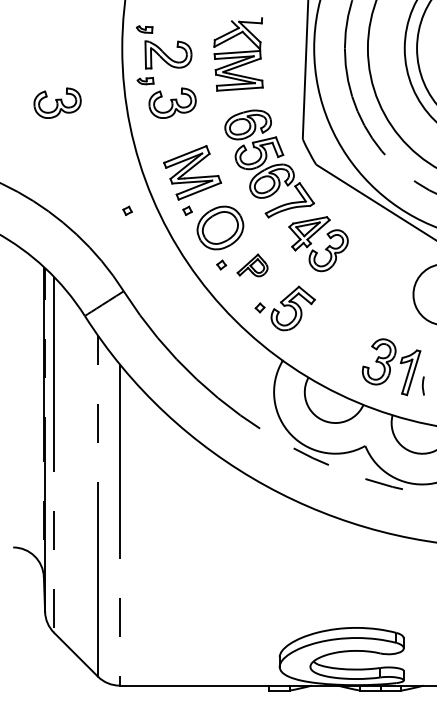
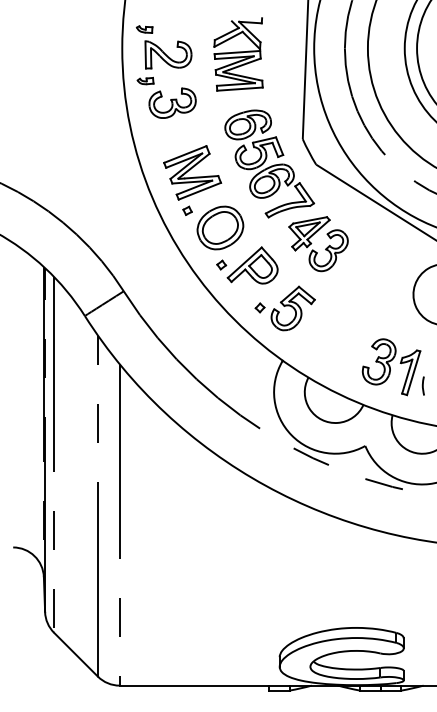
part at (57, 102): present -> none
part at (127, 210): present -> none
part at (252, 265) size: 33x25 px -> 53x39 px
